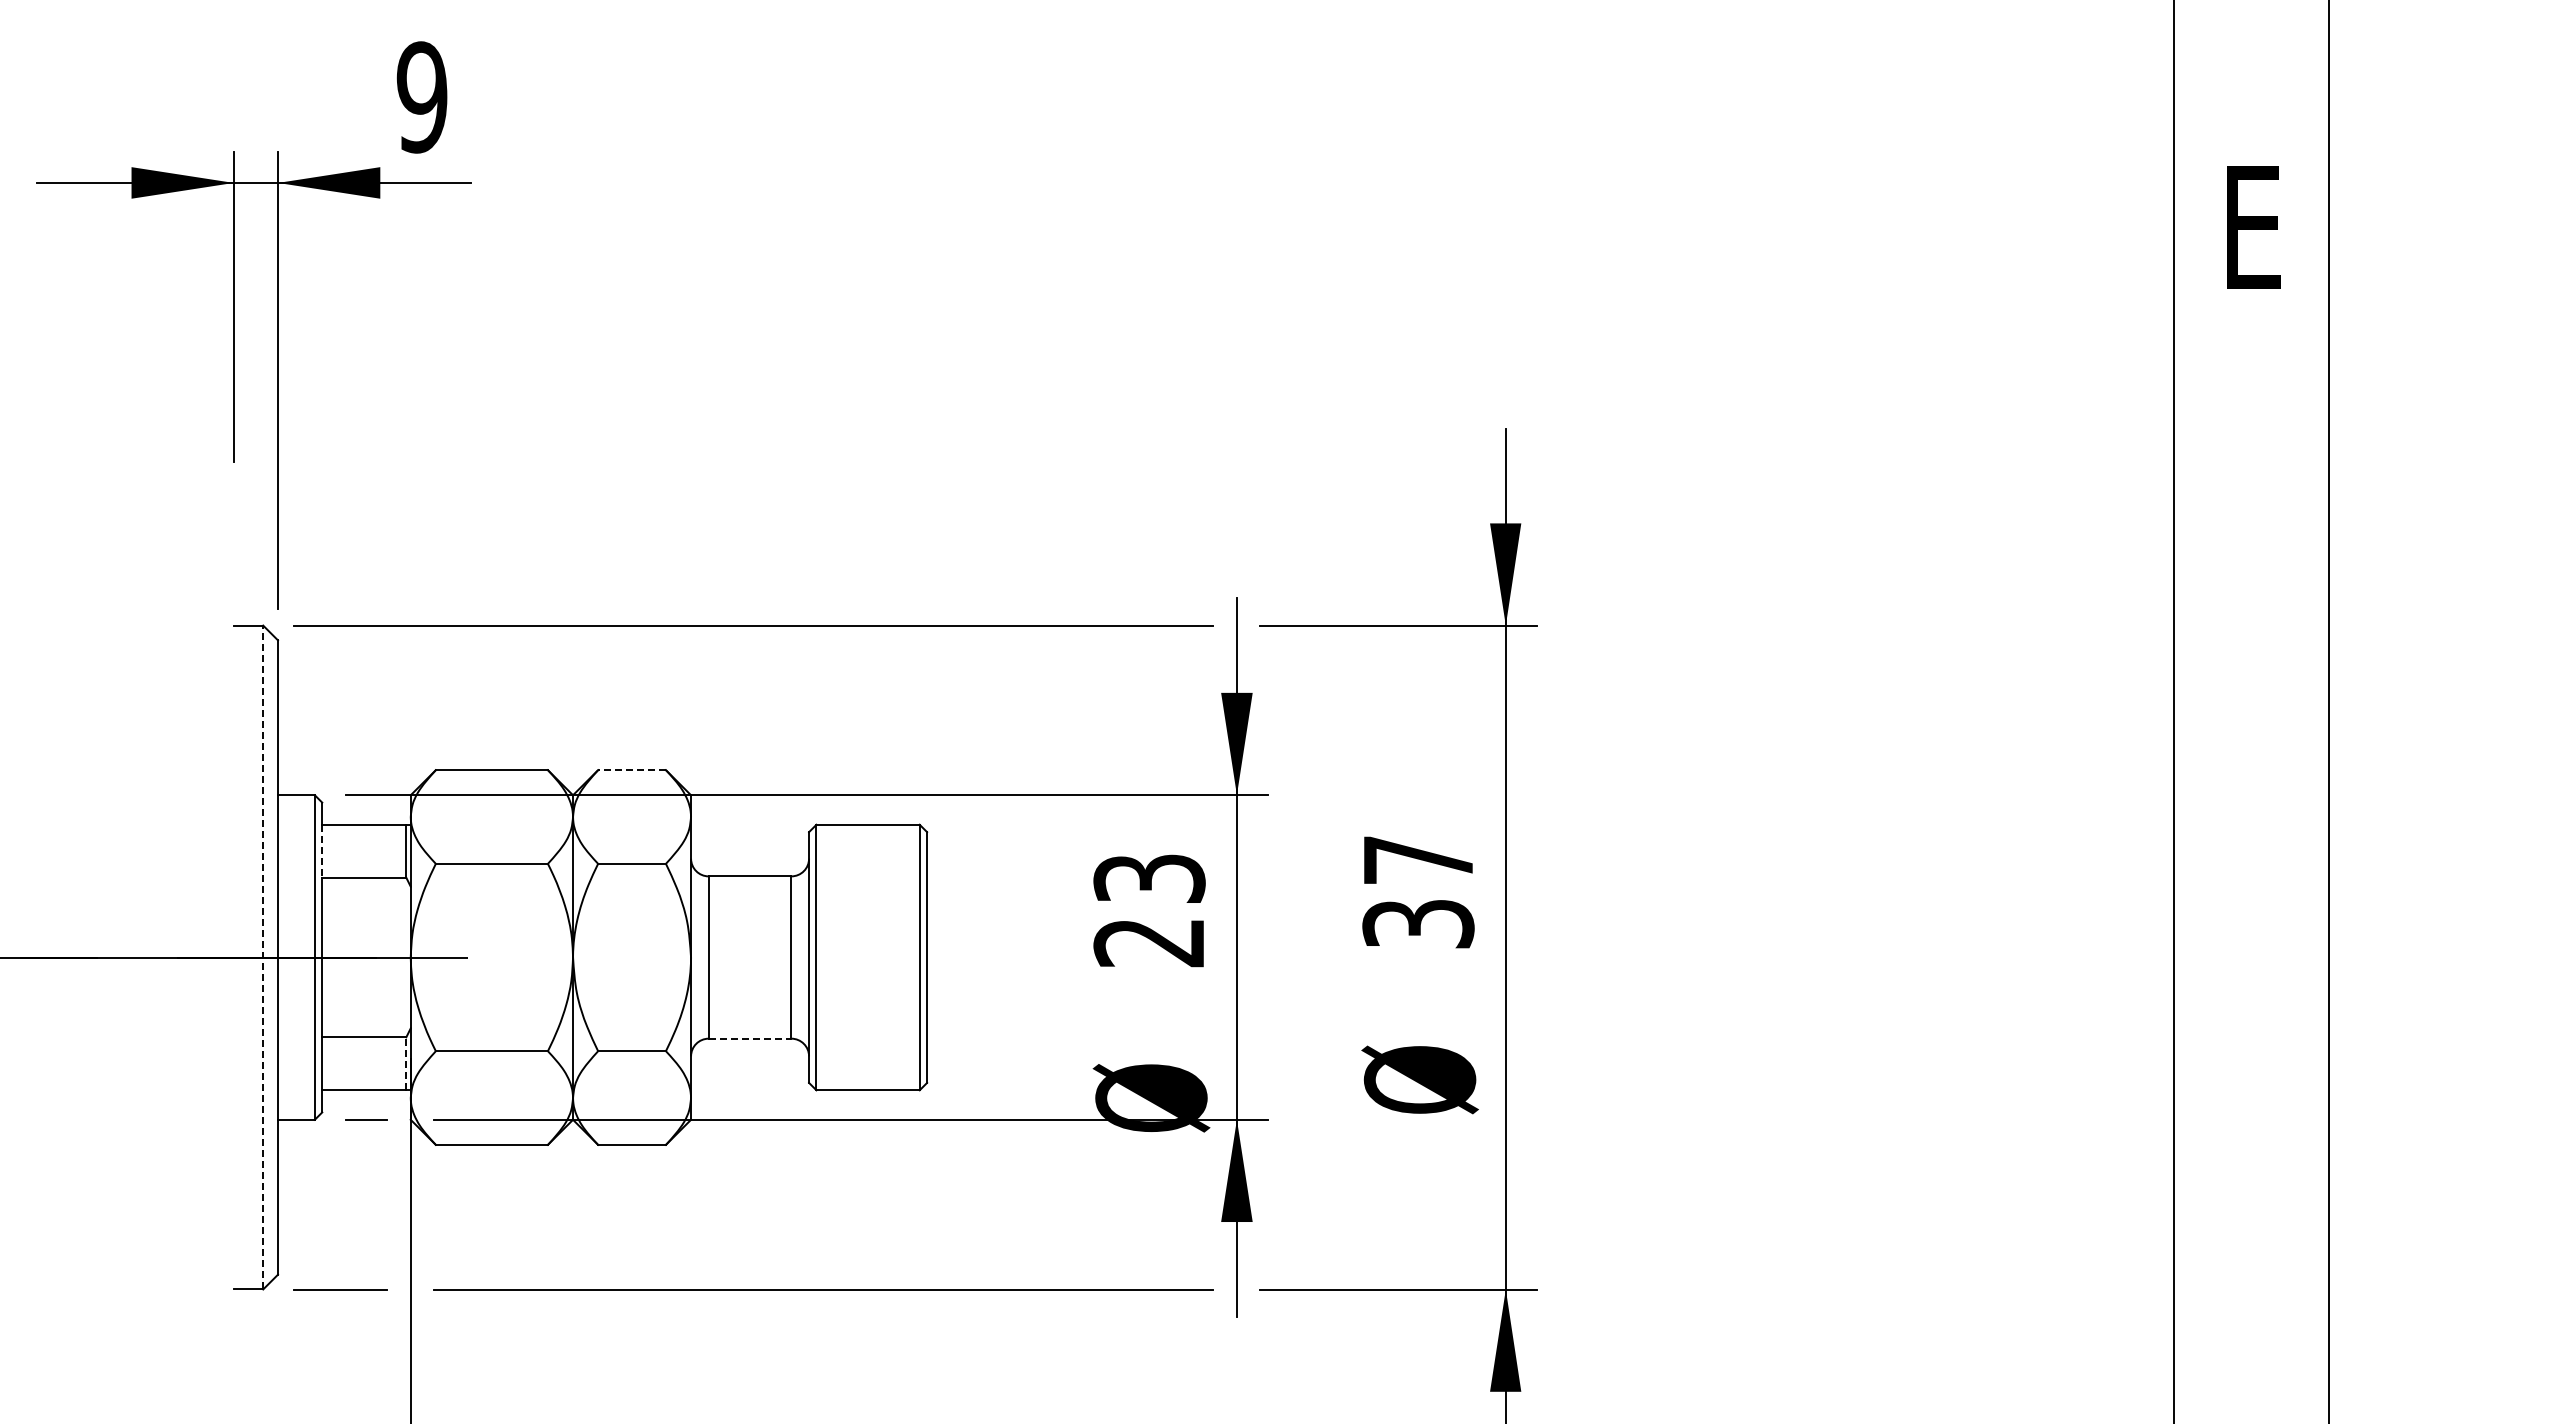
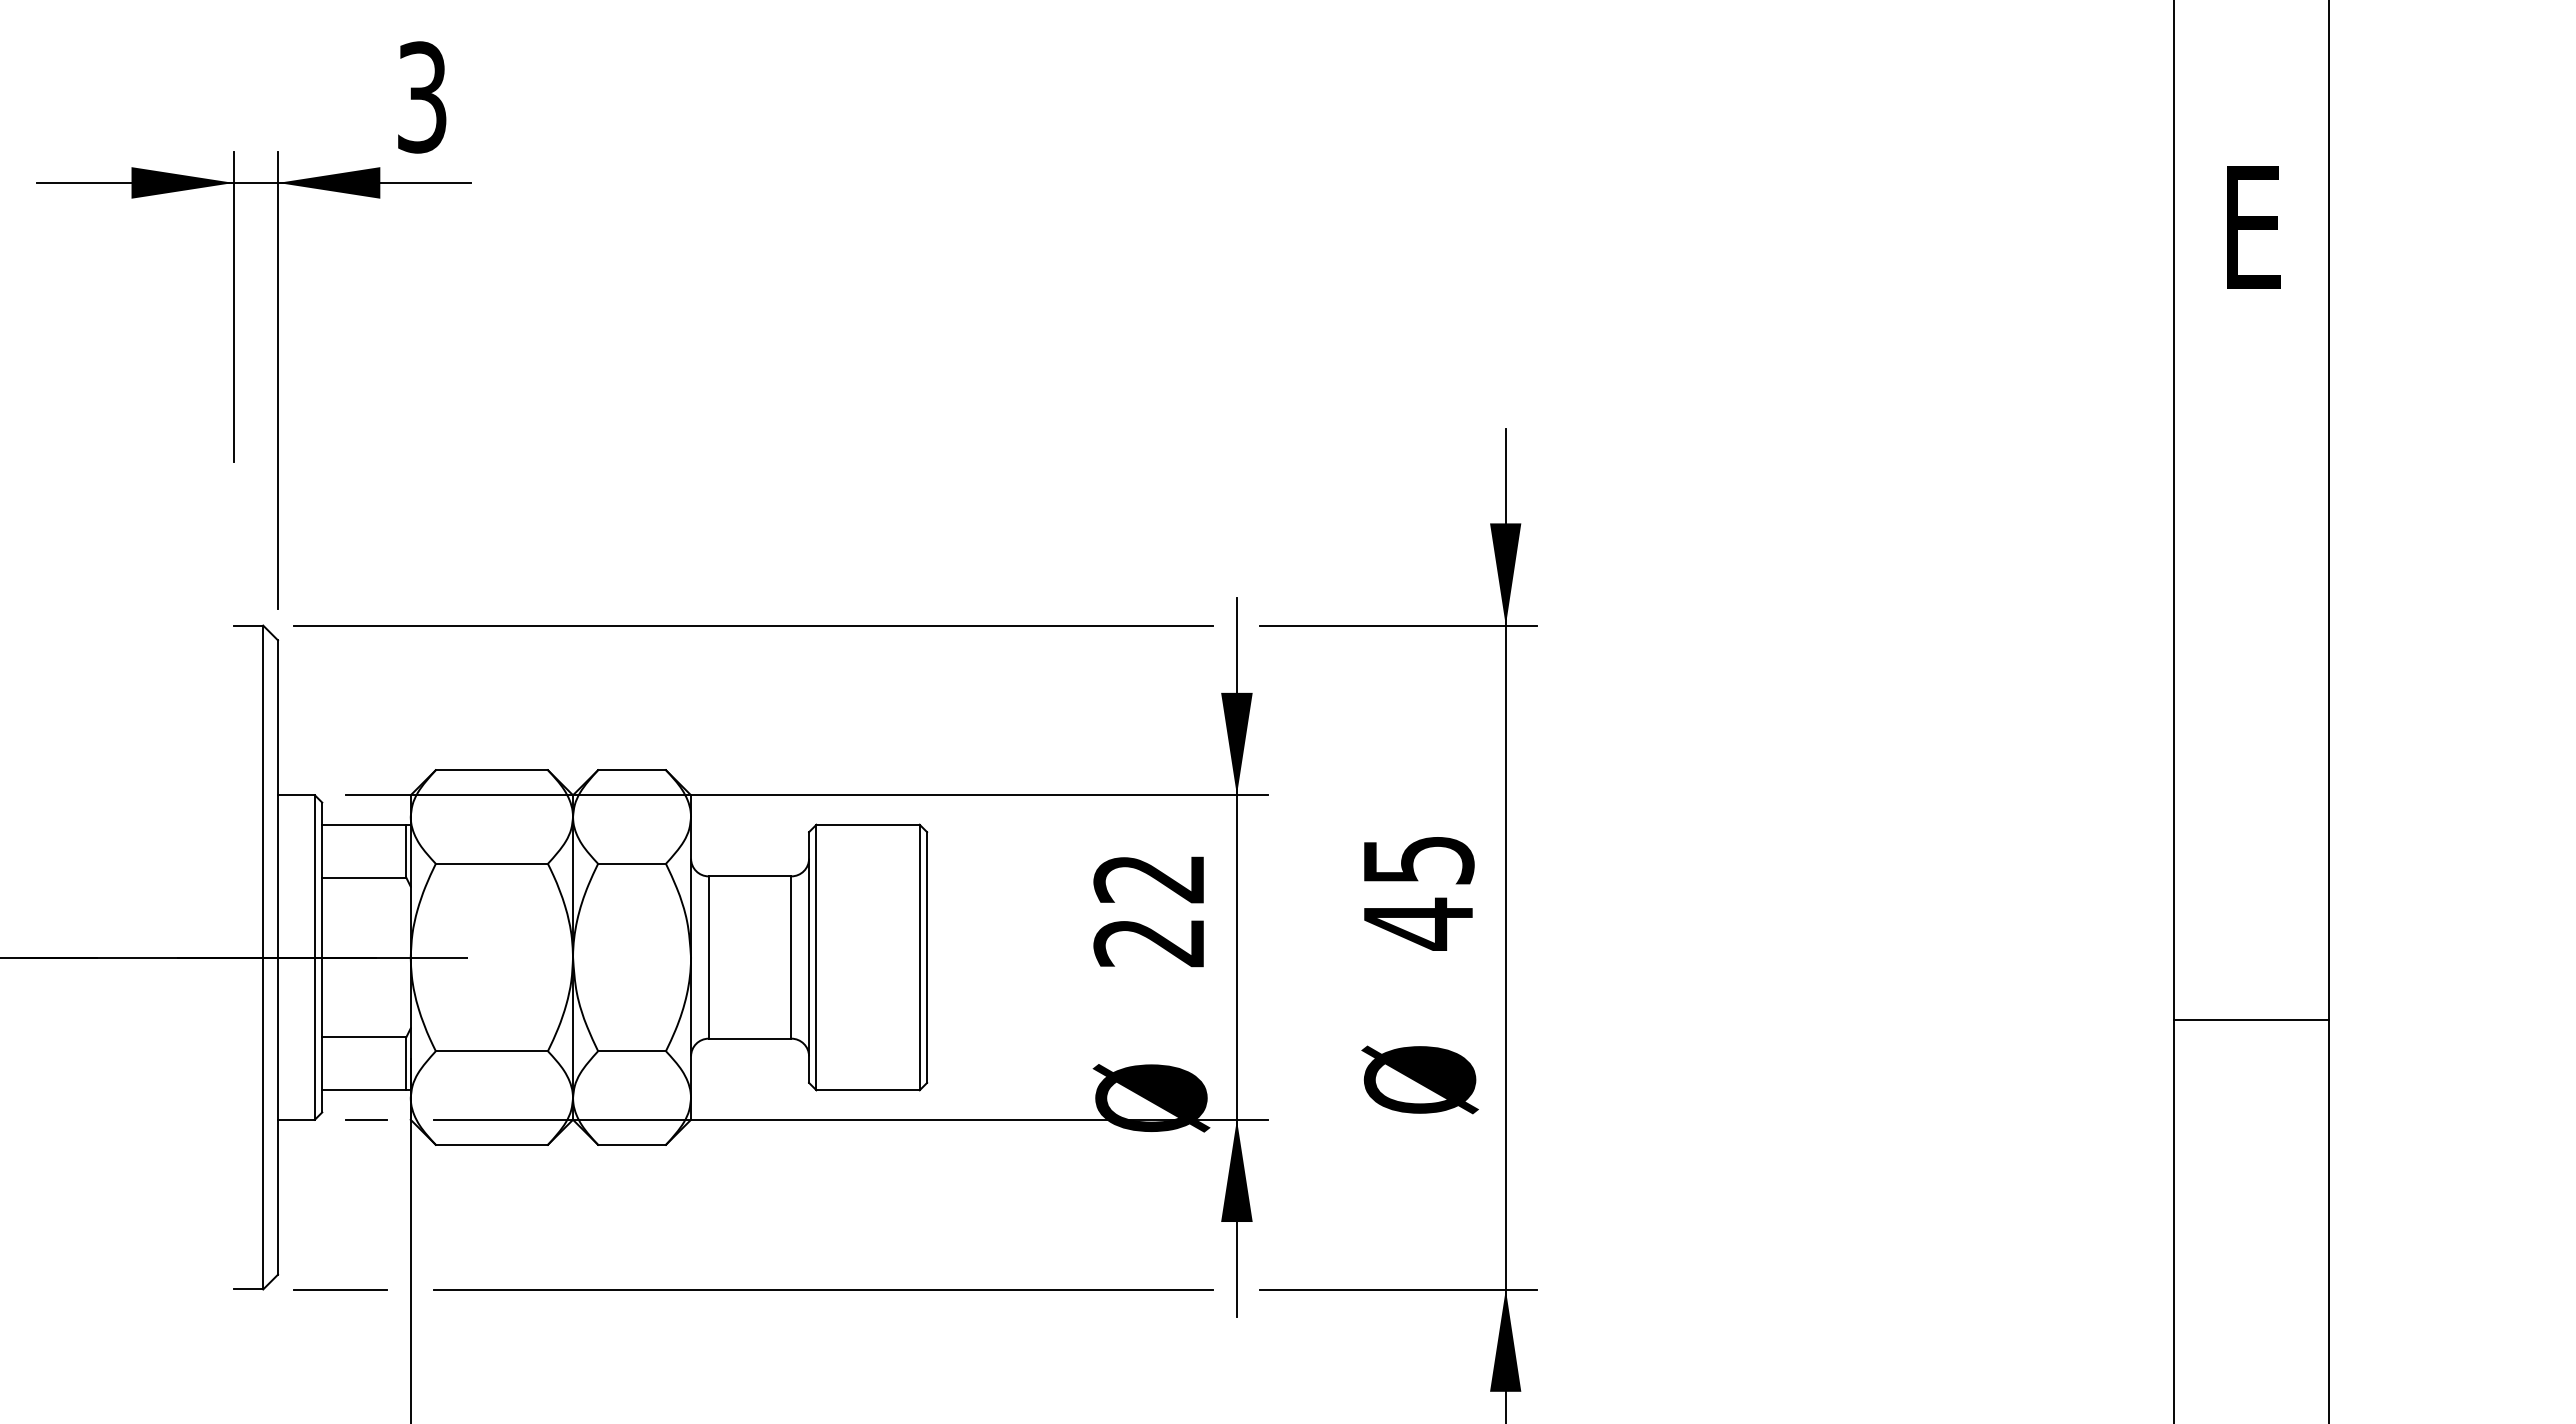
text at (421, 97): 9 -> 3
line at (632, 770): dashed -> solid
line at (322, 851): dashed -> solid
text at (1149, 878): 23 -> 22
text at (1418, 893): 37 -> 45
line at (263, 957): dashed -> solid
line at (2251, 1019): none -> present
line at (750, 1038): dashed -> solid
line at (406, 1063): dashed -> solid
